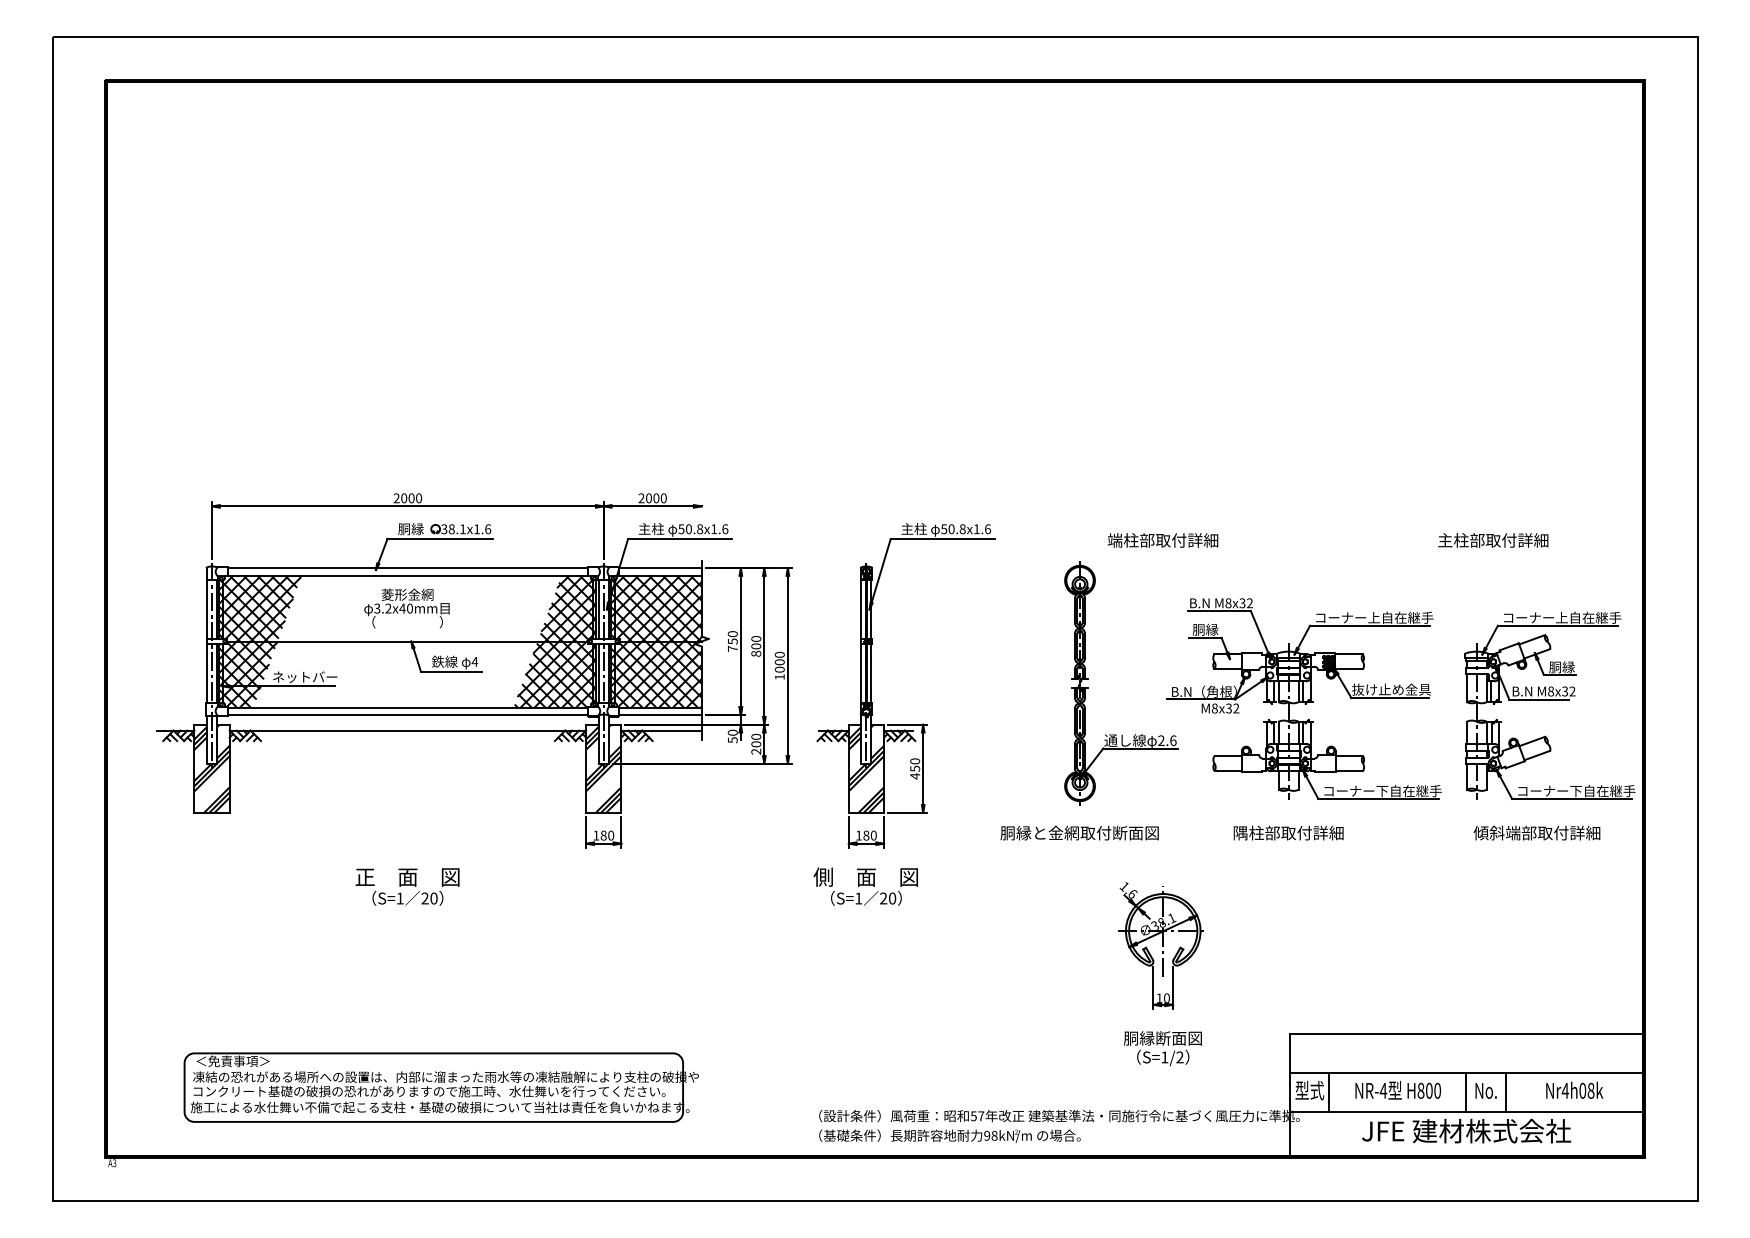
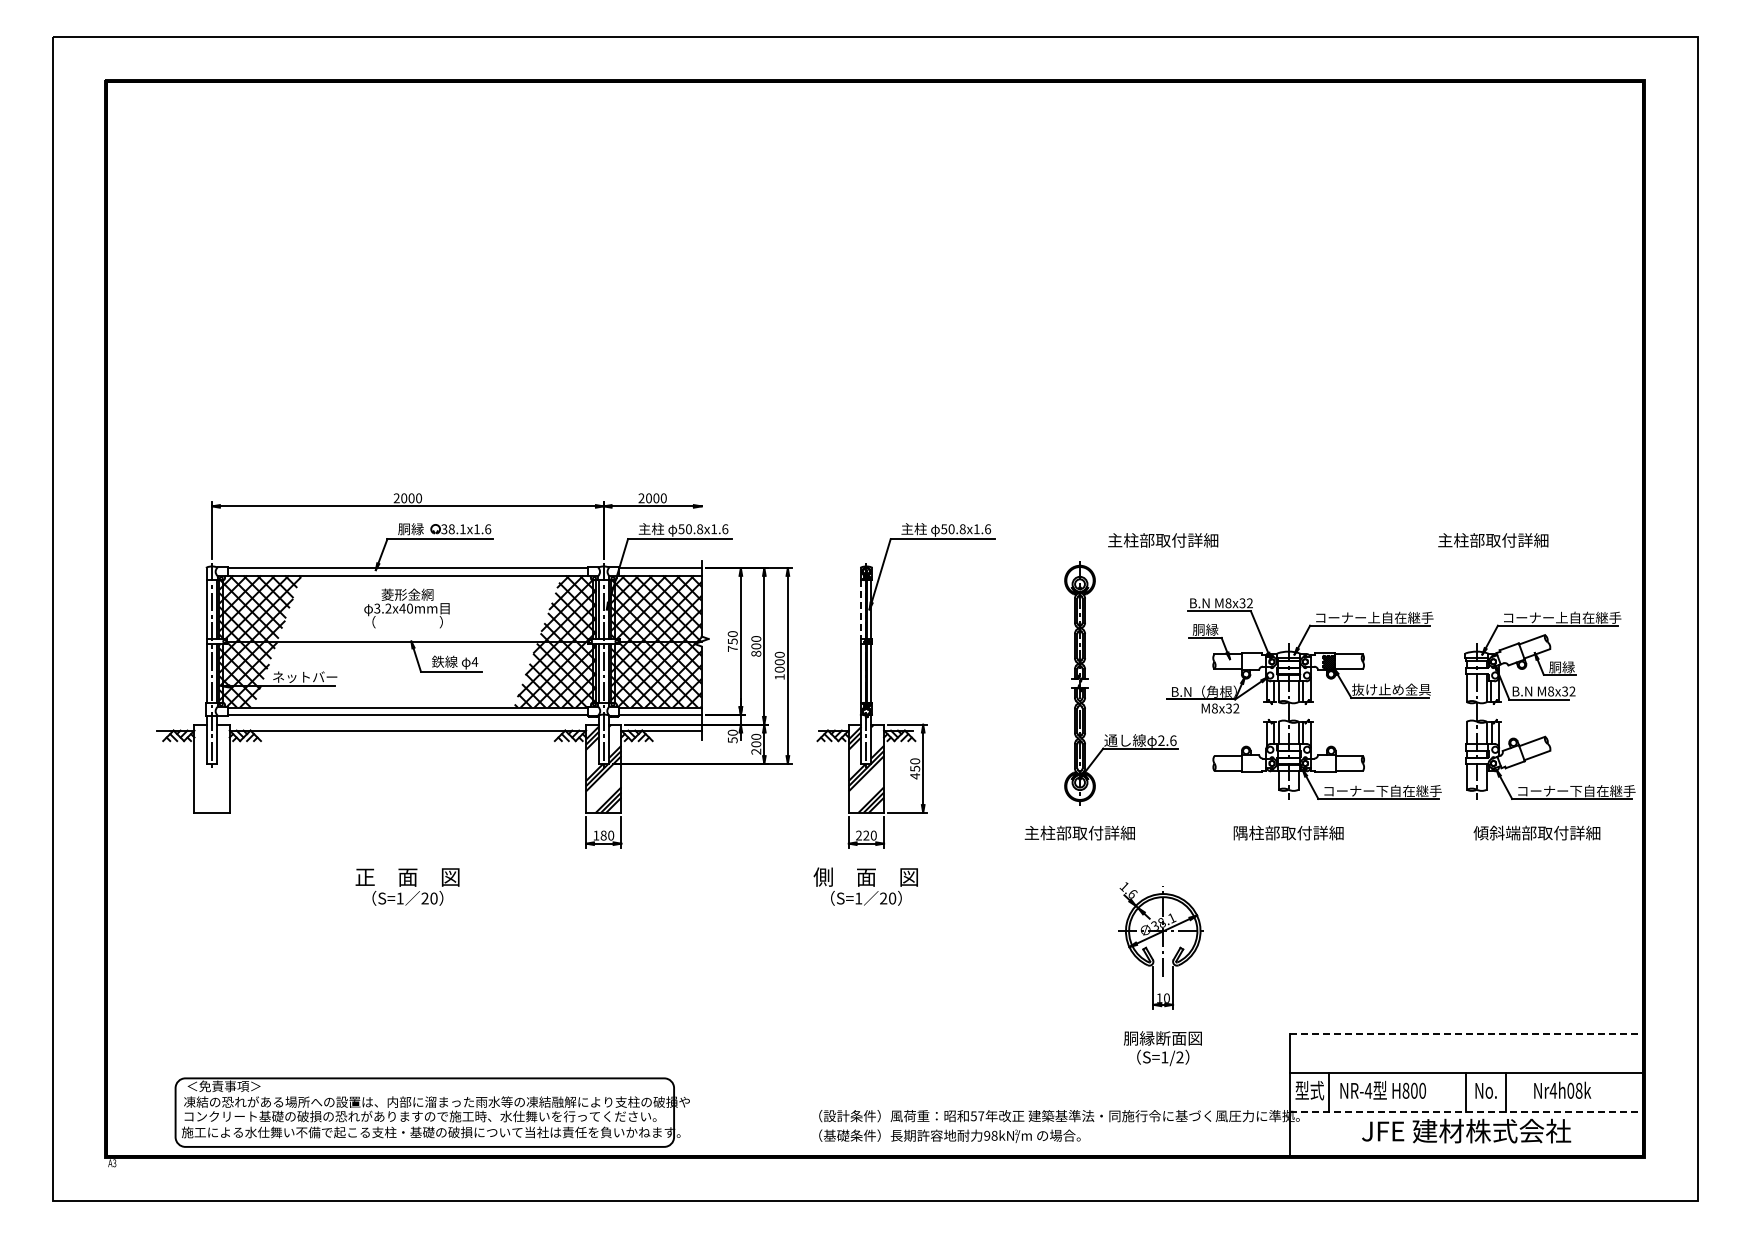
text at (1114, 540): 端柱部取付詳細 -> 主柱部取付詳細
line at (861, 609): solid -> dashed
hatch at (211, 768): present -> none
text at (1079, 832): 胴縁と金網取付断面図 -> 主柱部取付詳細
text at (862, 835): 180 -> 220
line at (1466, 1034): solid -> dashed
part at (440, 1087) position: (440, 1087) -> (431, 1112)
text at (1574, 1089) position: (1574, 1089) -> (1562, 1089)
text at (1397, 1090) position: (1397, 1090) -> (1382, 1090)
line at (1466, 1112): solid -> dashed
